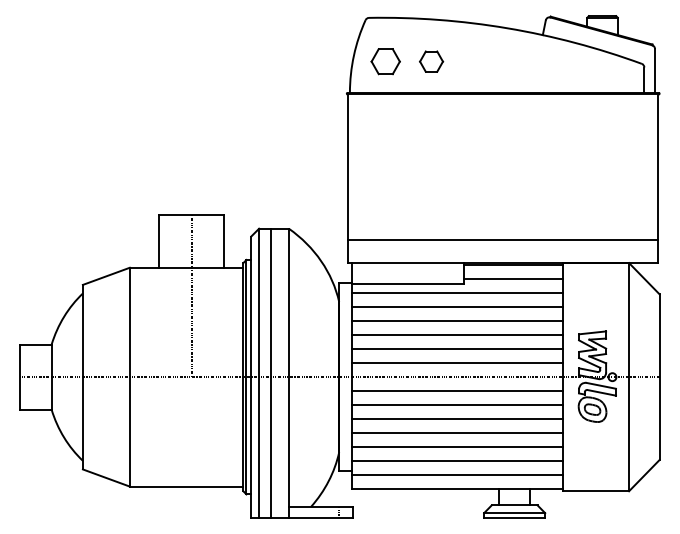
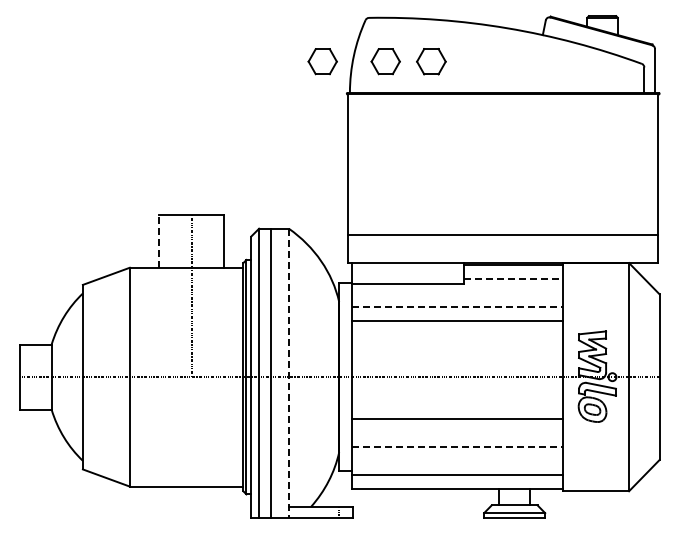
part at (322, 61): none -> present
part at (431, 61) size: 26x23 px -> 31x28 px
line at (503, 239) position: (503, 239) -> (503, 234)
line at (158, 241): solid -> dashed
line at (513, 279): solid -> dashed
line at (457, 293): present -> none
line at (457, 307): solid -> dashed
line at (457, 335): present -> none
line at (457, 349): present -> none
line at (457, 363): present -> none
line at (288, 373): solid -> dashed
line at (457, 391): present -> none
line at (457, 405): present -> none
line at (457, 433): present -> none
line at (457, 447): solid -> dashed
line at (457, 461): present -> none
